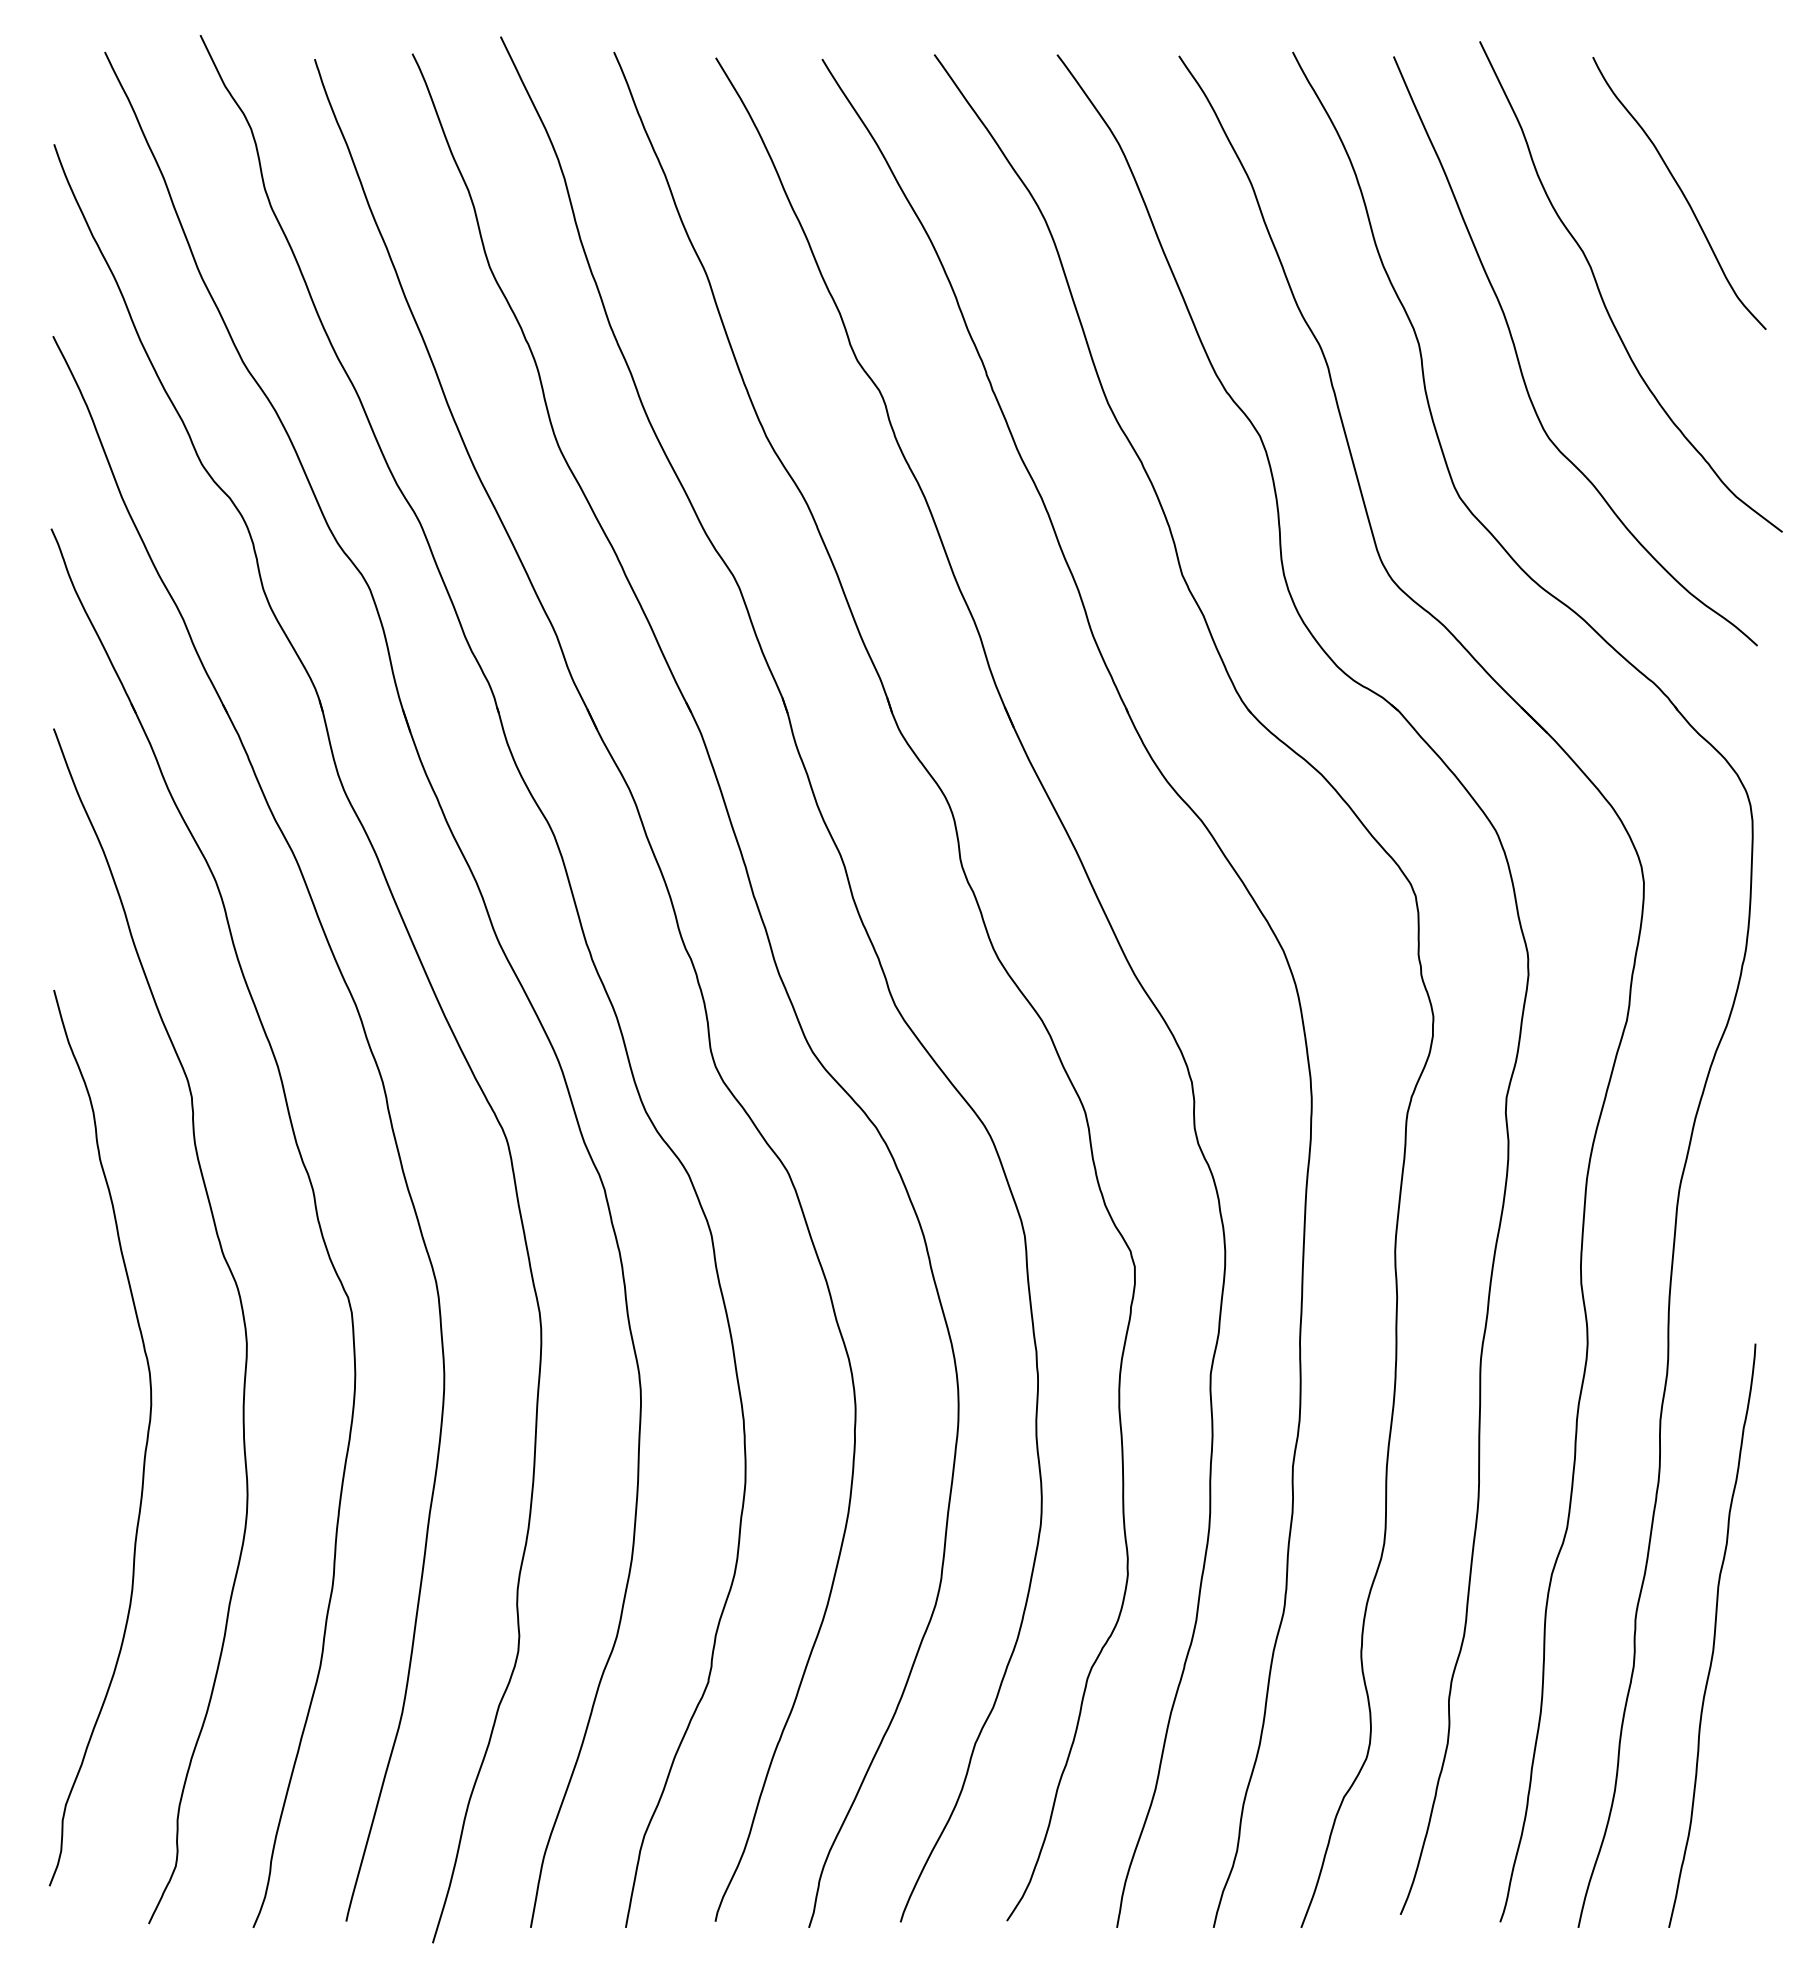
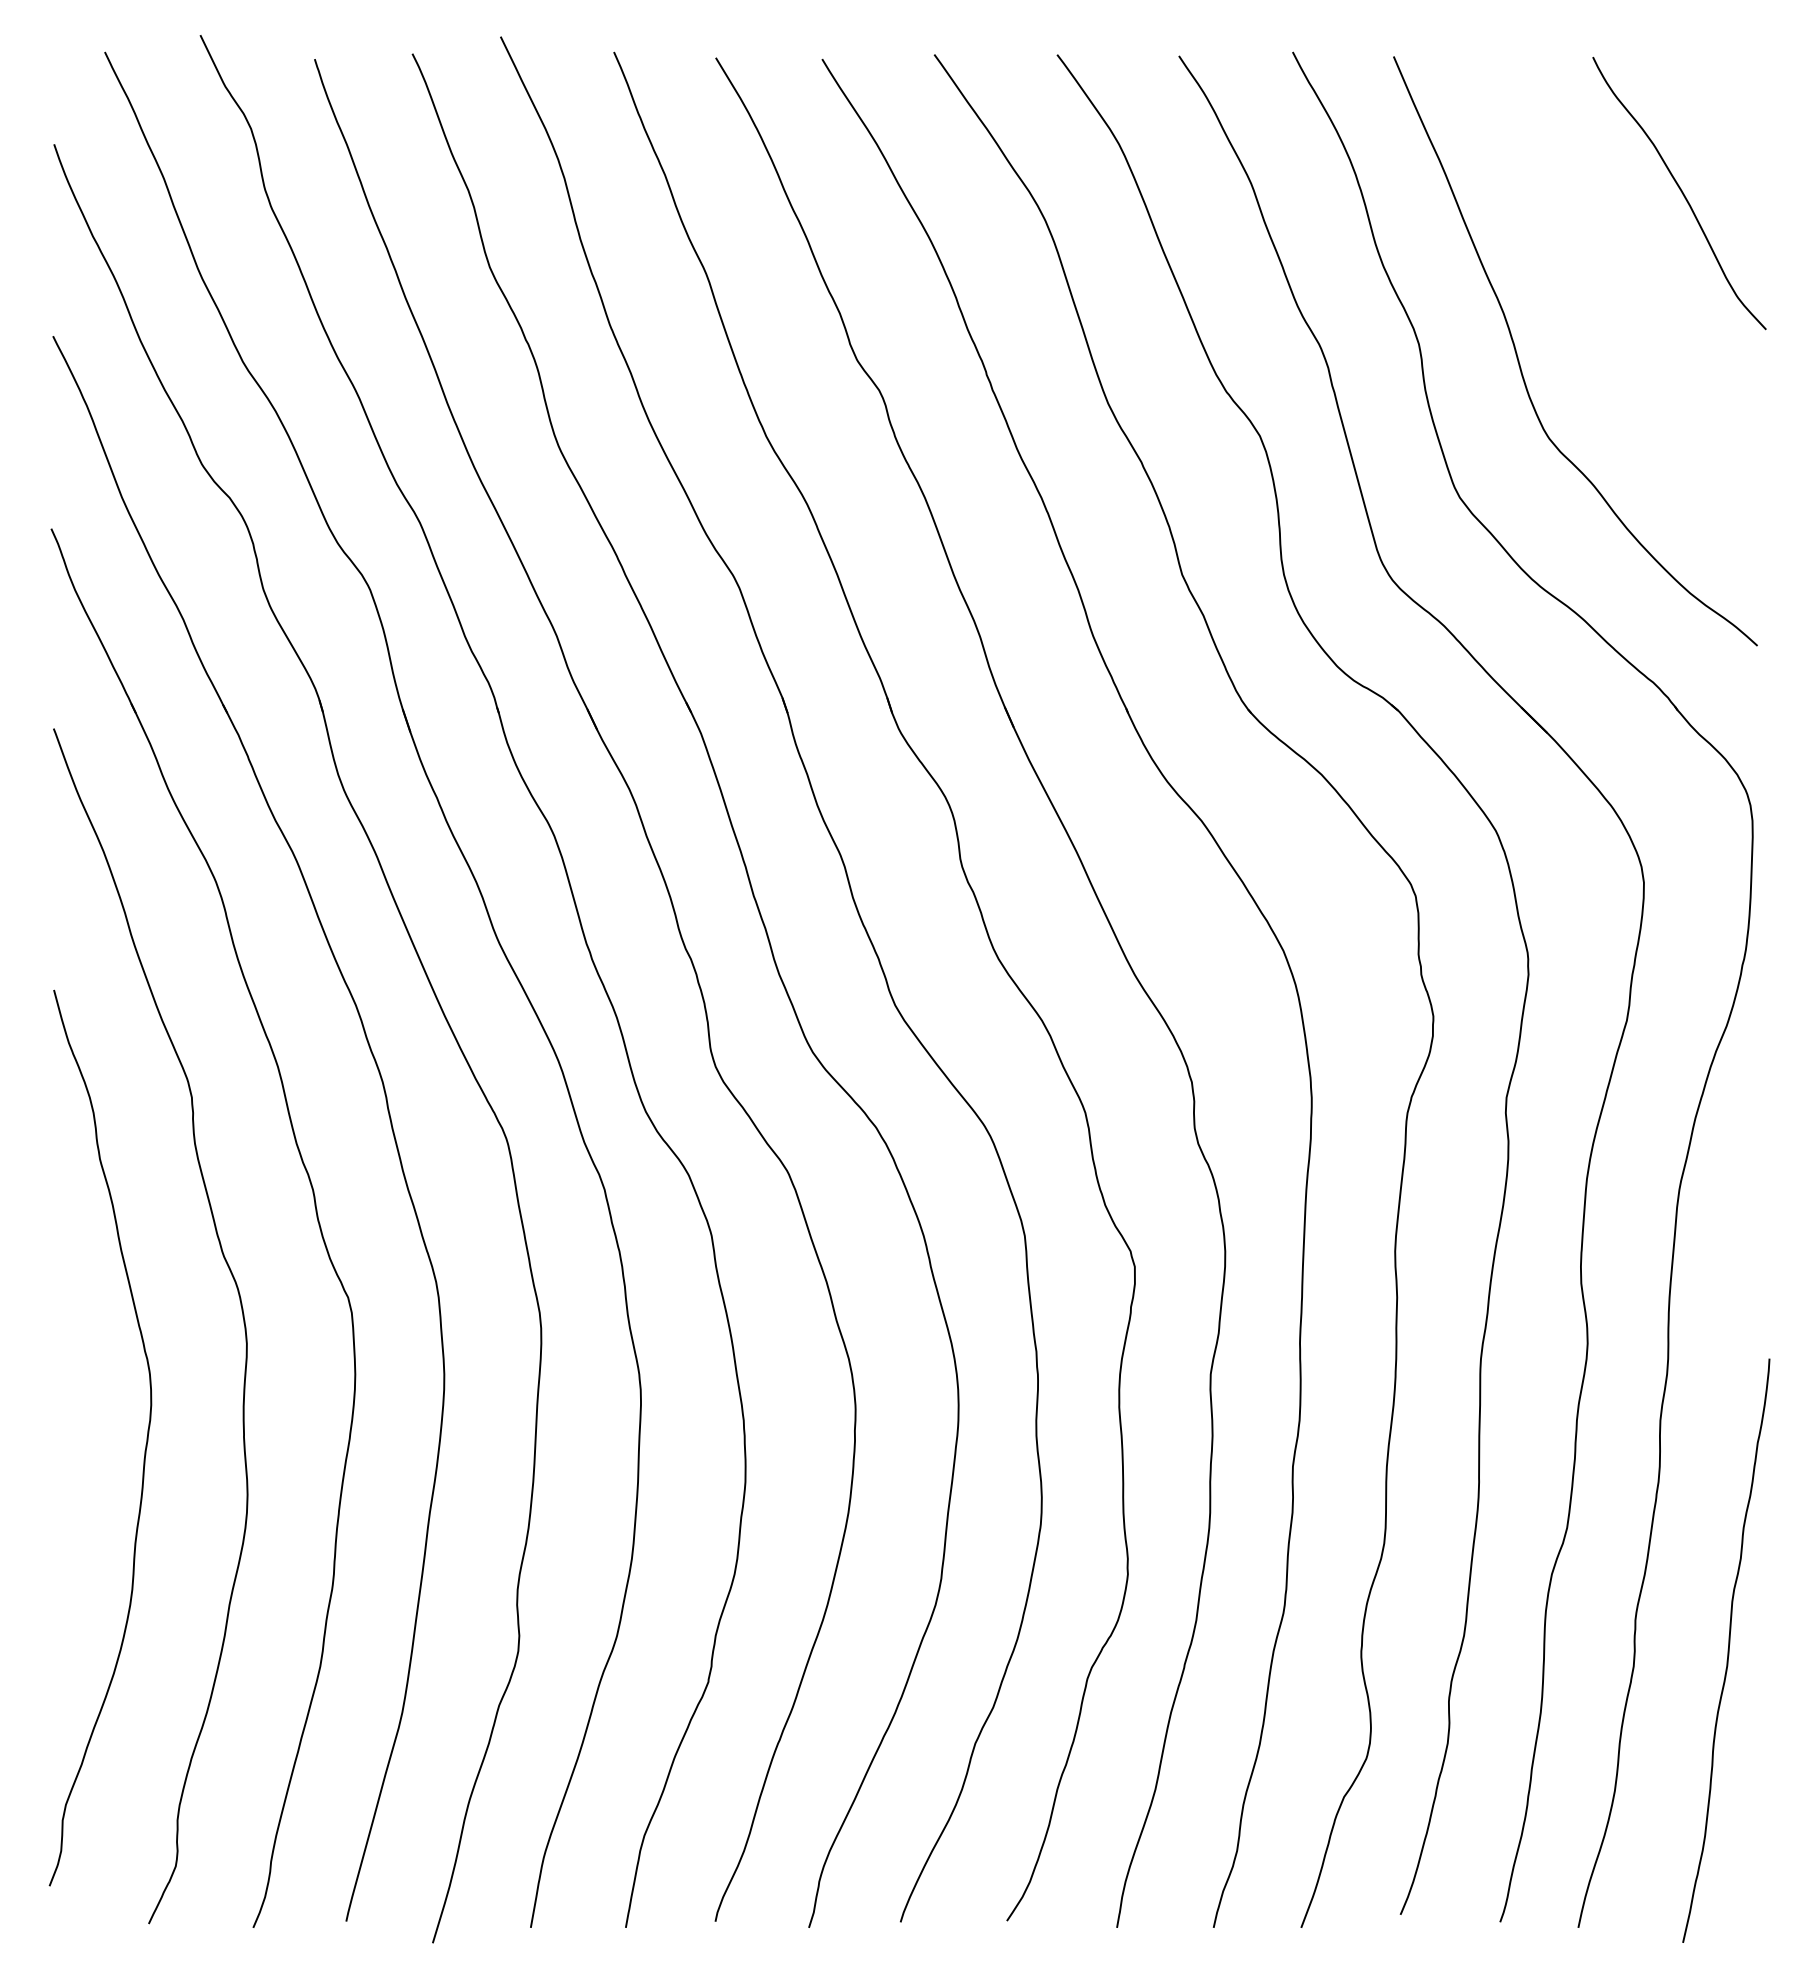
curve at (1602, 296): present -> none
curve at (1713, 1635) position: (1713, 1635) -> (1727, 1650)
